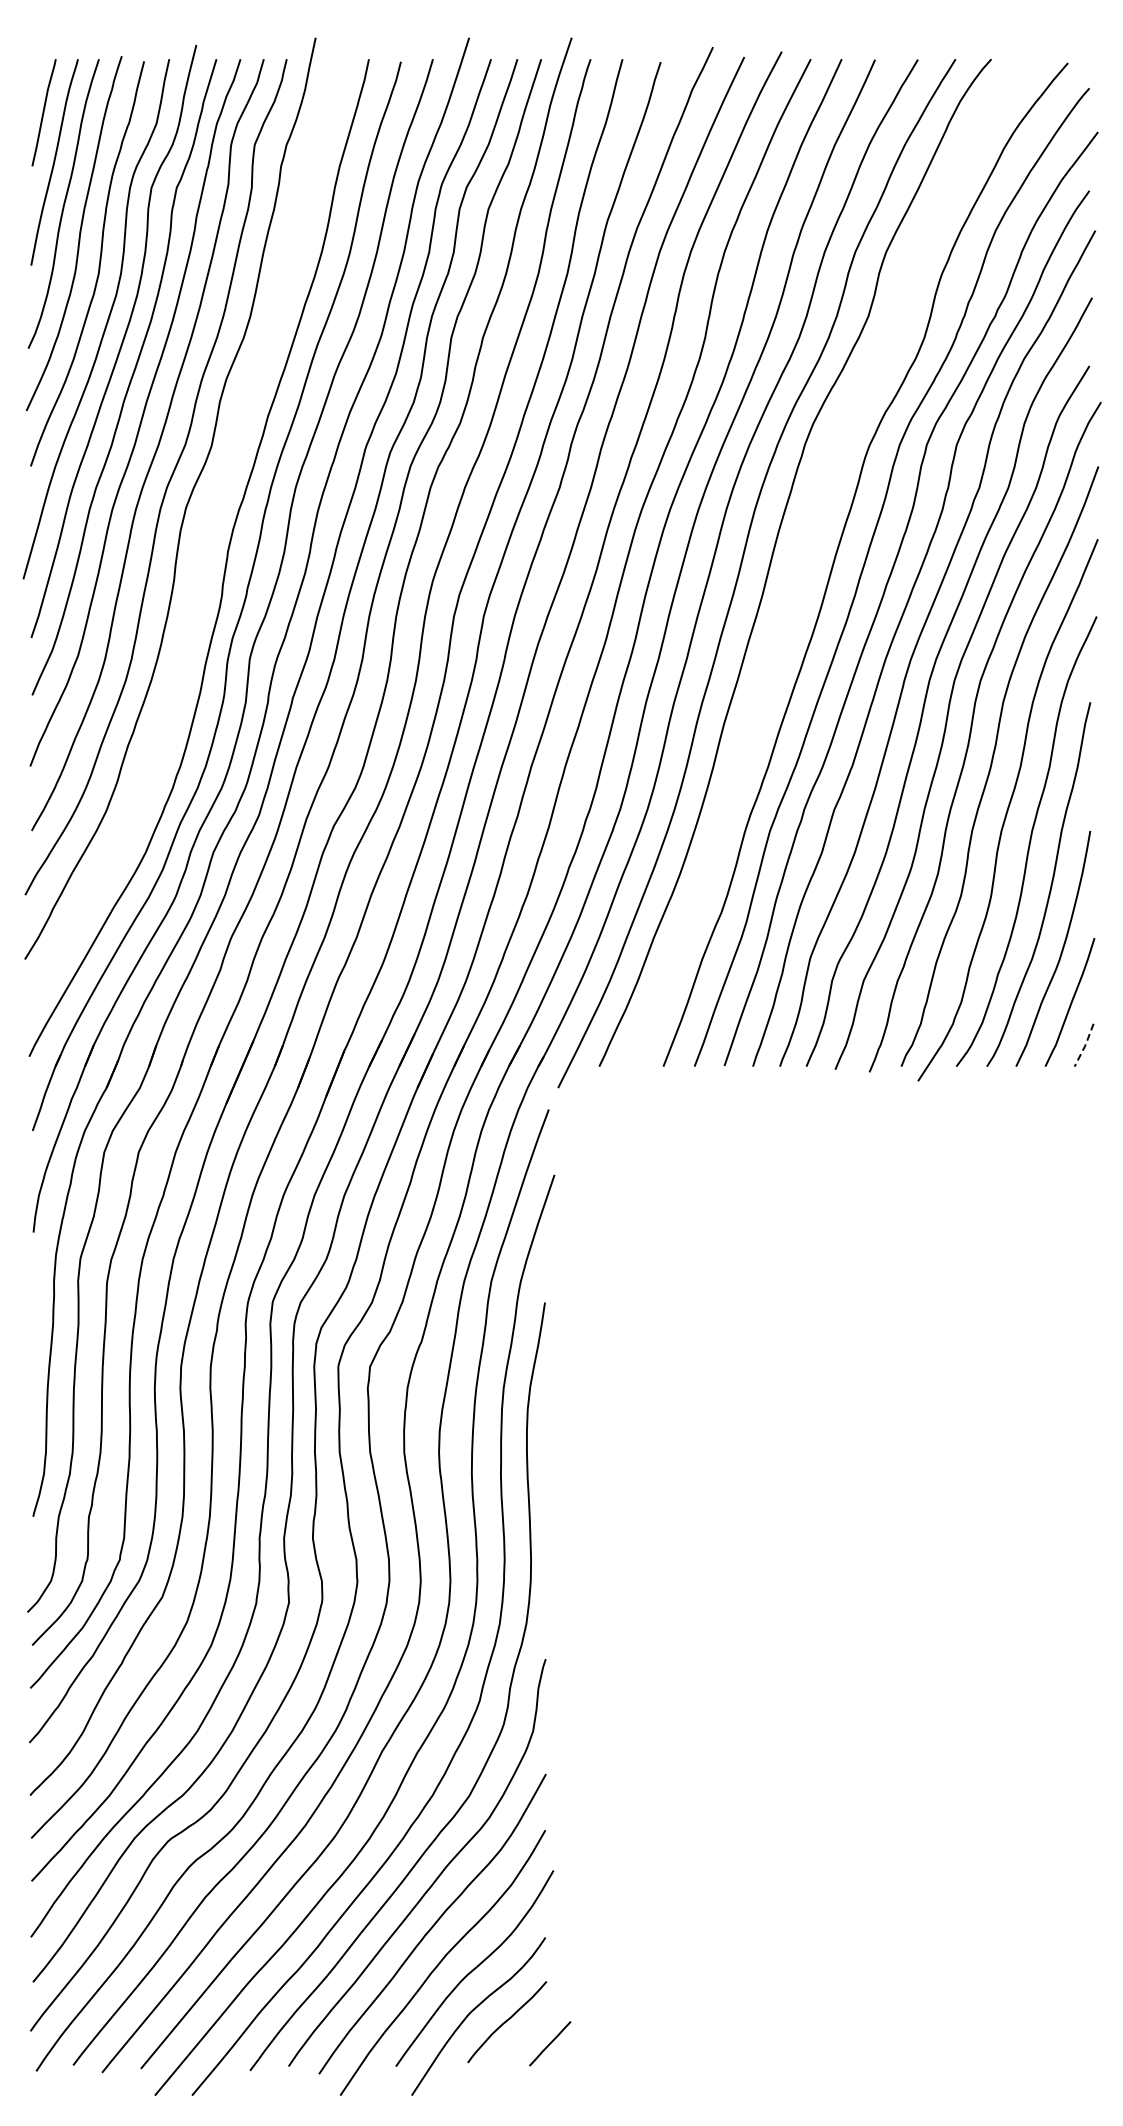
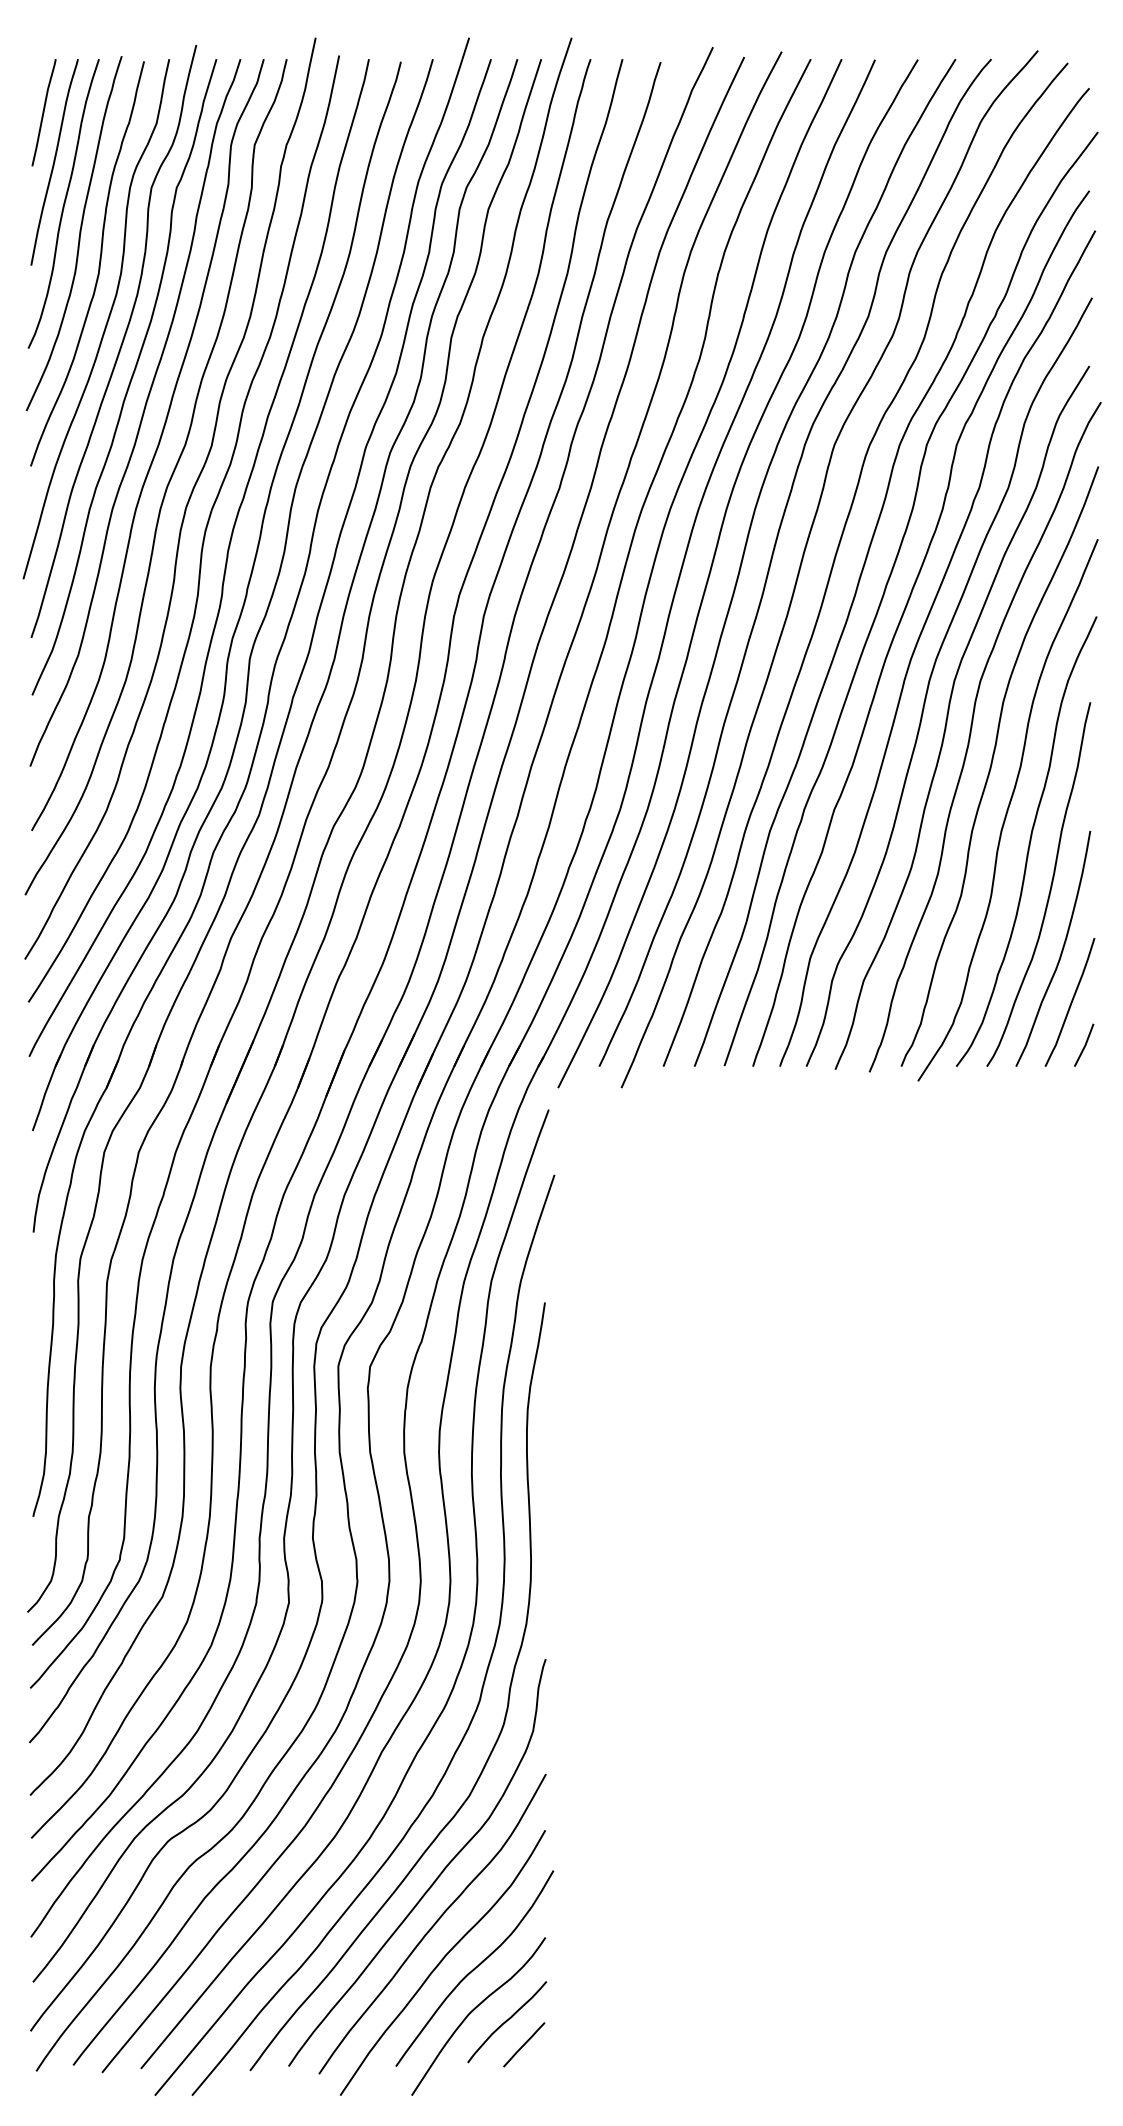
curve at (203, 534): none -> present
curve at (802, 563): none -> present
line at (1085, 1046): dashed -> solid
line at (550, 2043) position: (550, 2043) -> (524, 2044)
